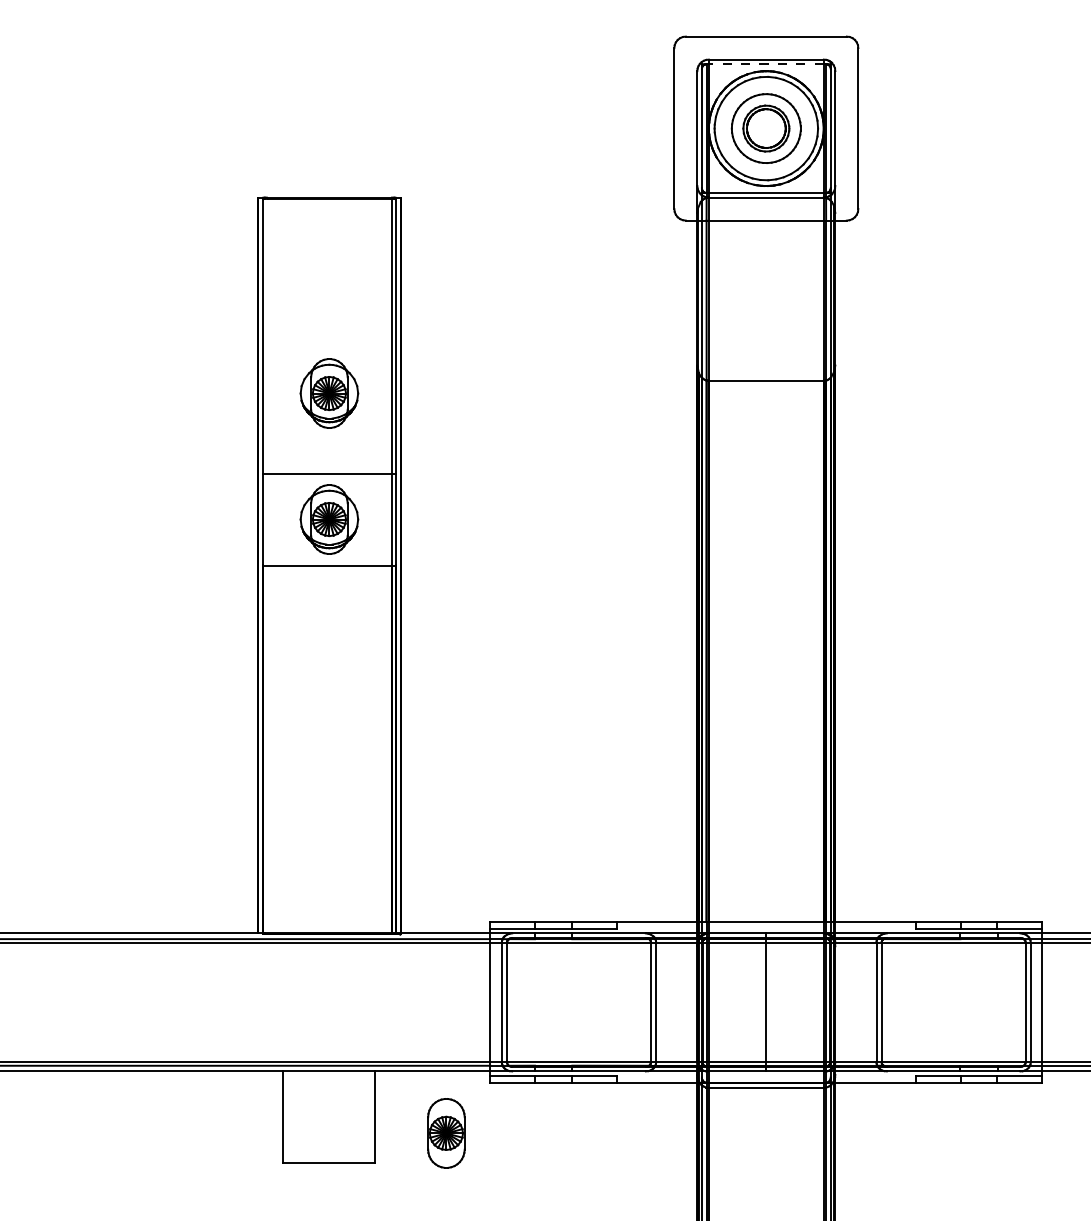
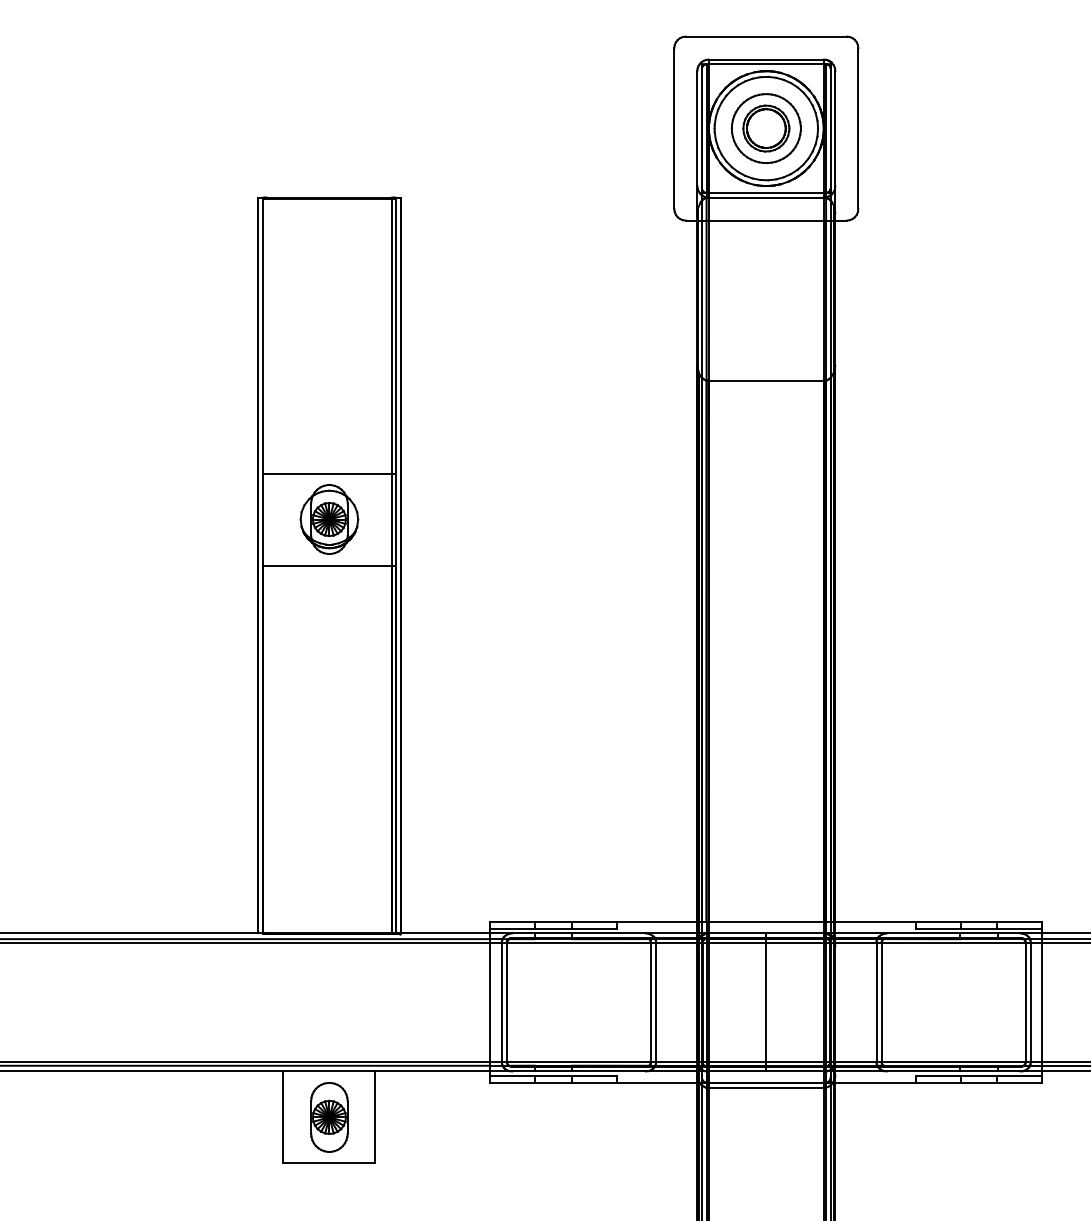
line at (765, 64): dashed -> solid
part at (329, 393): present -> none
part at (446, 1133) position: (446, 1133) -> (329, 1117)
